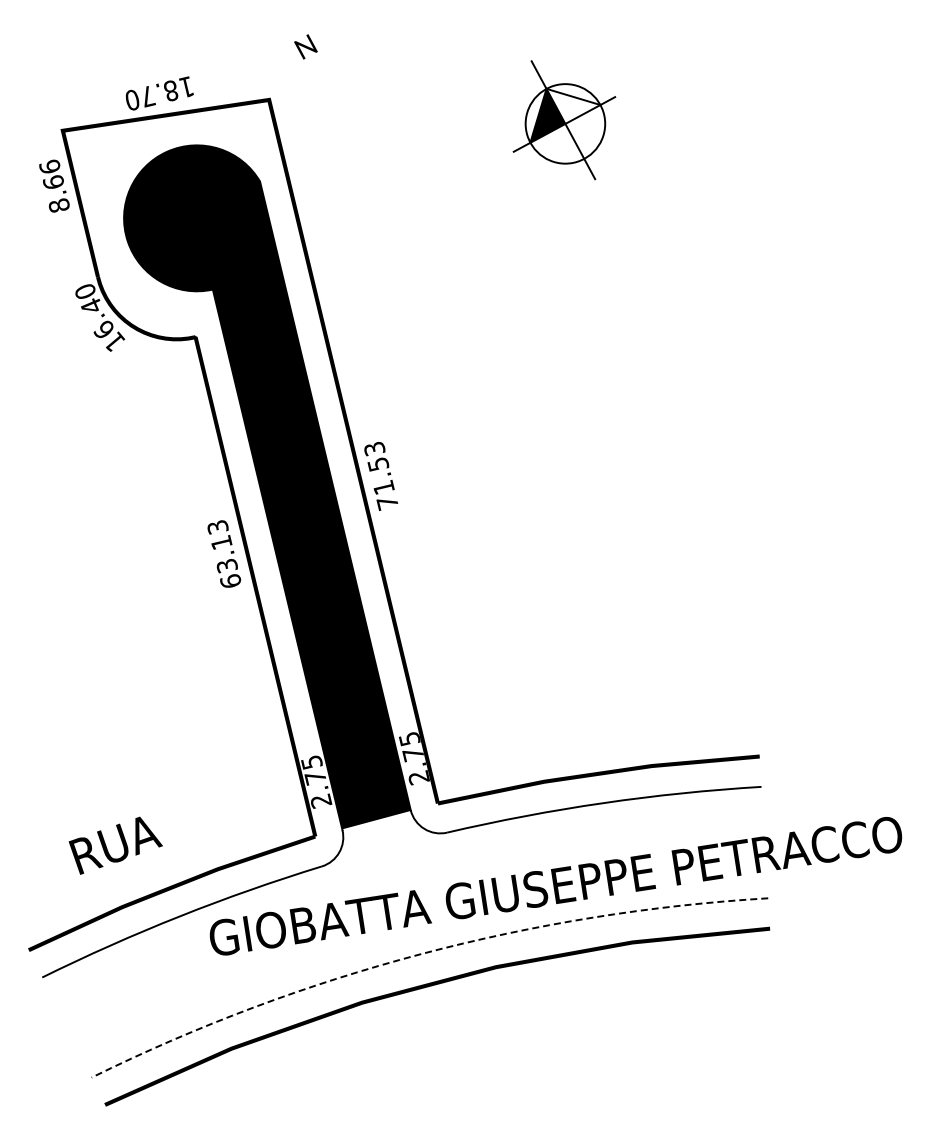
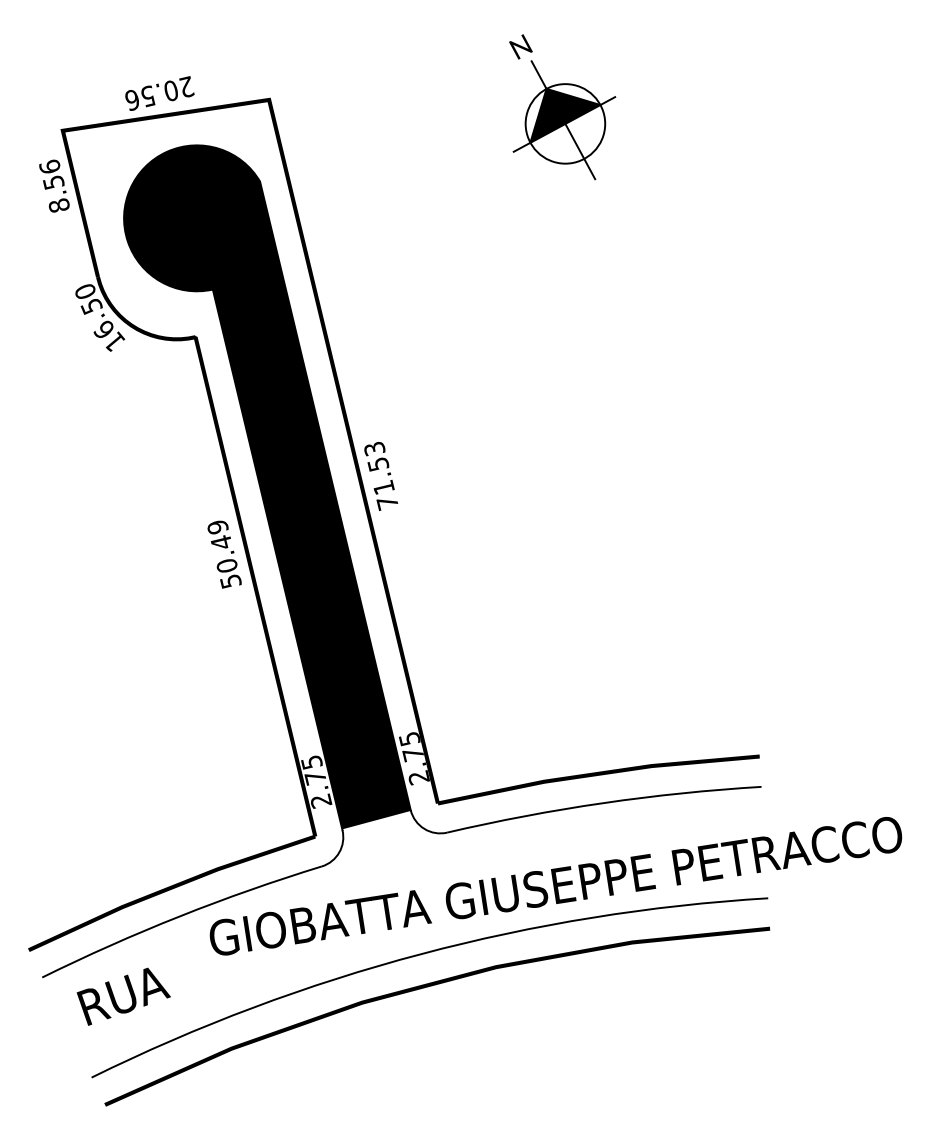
text at (305, 46) position: (305, 46) -> (520, 46)
text at (159, 93): 18.70 -> 20.56
fill at (573, 105): none -> present
text at (53, 182): 8.66 -> 8.56
text at (91, 306): 40 -> 50
text at (224, 554): 63.13 -> 50.49
text at (115, 845) position: (115, 845) -> (123, 996)
arc at (420, 954): dashed -> solid
